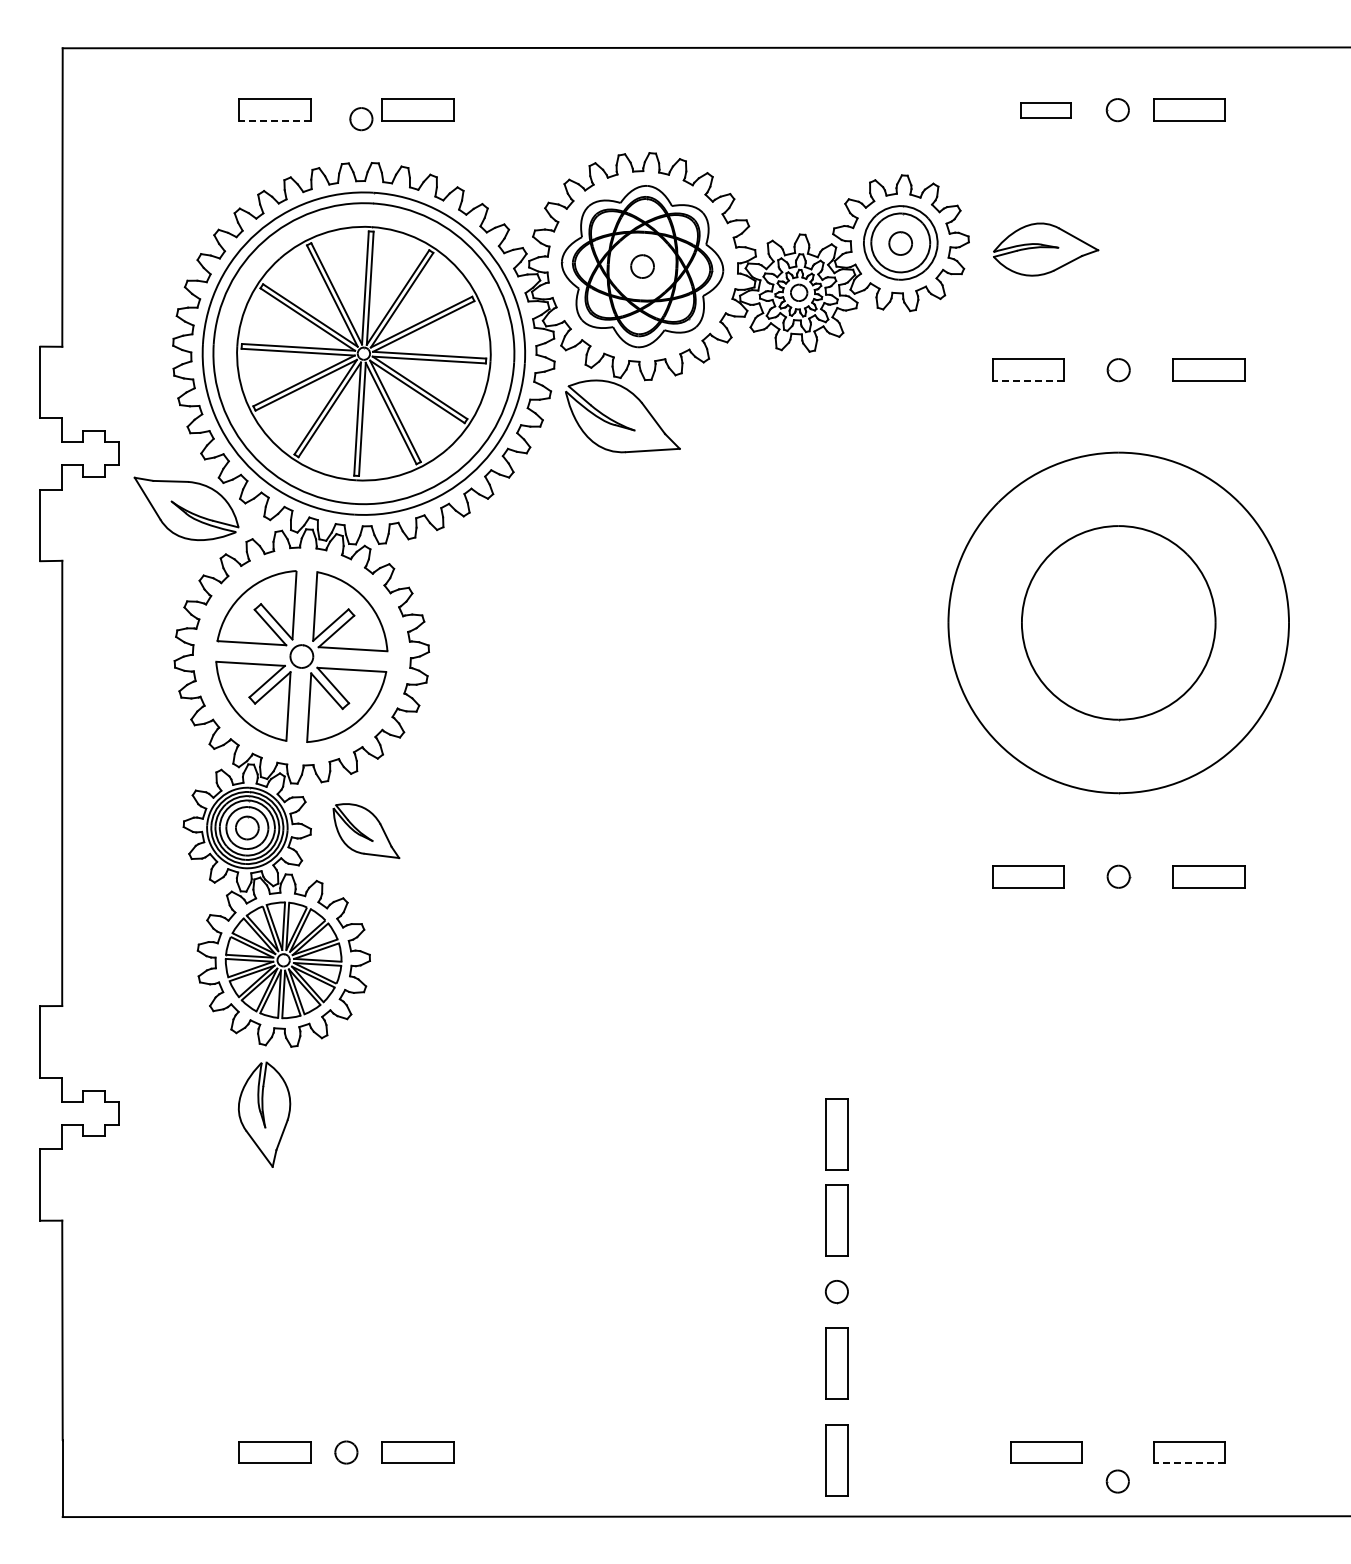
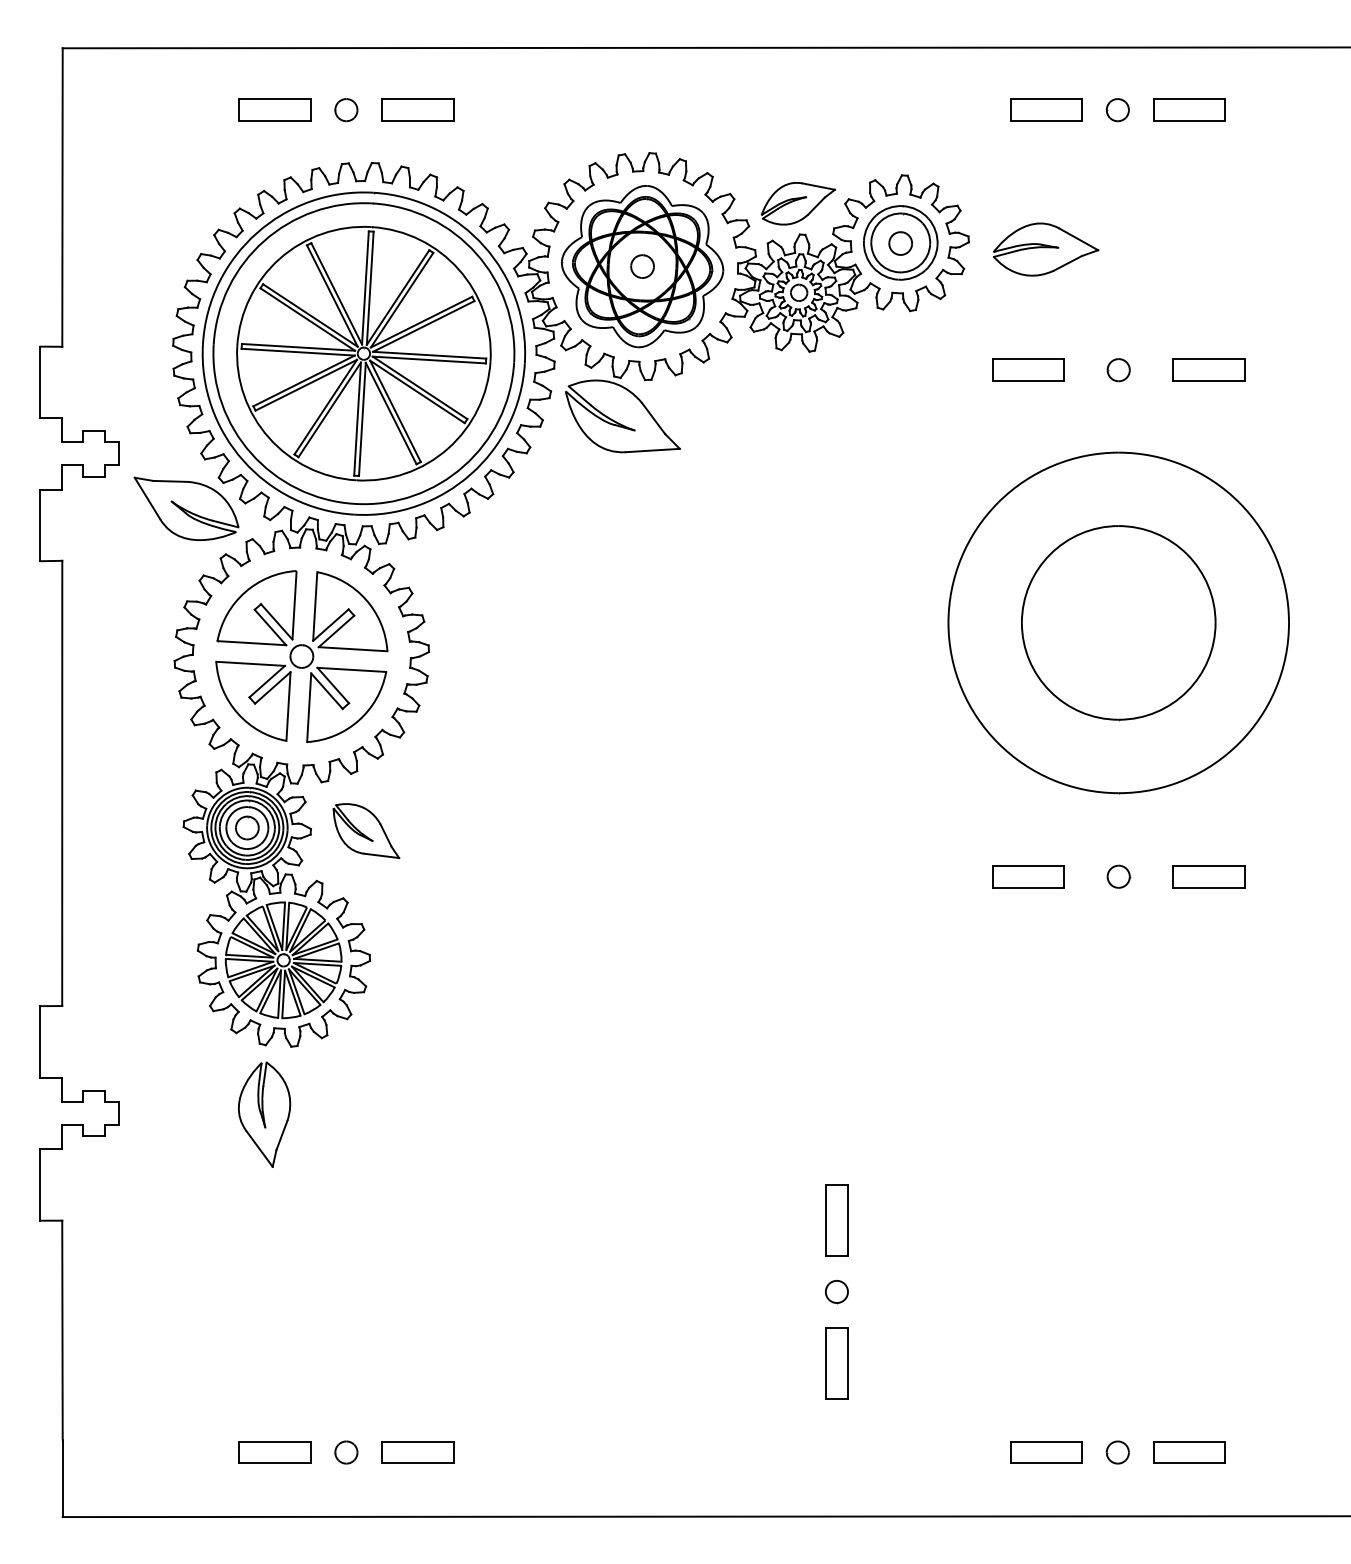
part at (1045, 110) size: 52x17 px -> 73x24 px
part at (361, 119) position: (361, 119) -> (346, 110)
line at (274, 120): dashed -> solid
part at (797, 203): none -> present
line at (1028, 380): dashed -> solid
part at (836, 1134): present -> none
part at (836, 1460): present -> none
line at (1189, 1463): dashed -> solid
part at (1117, 1481) position: (1117, 1481) -> (1117, 1452)
